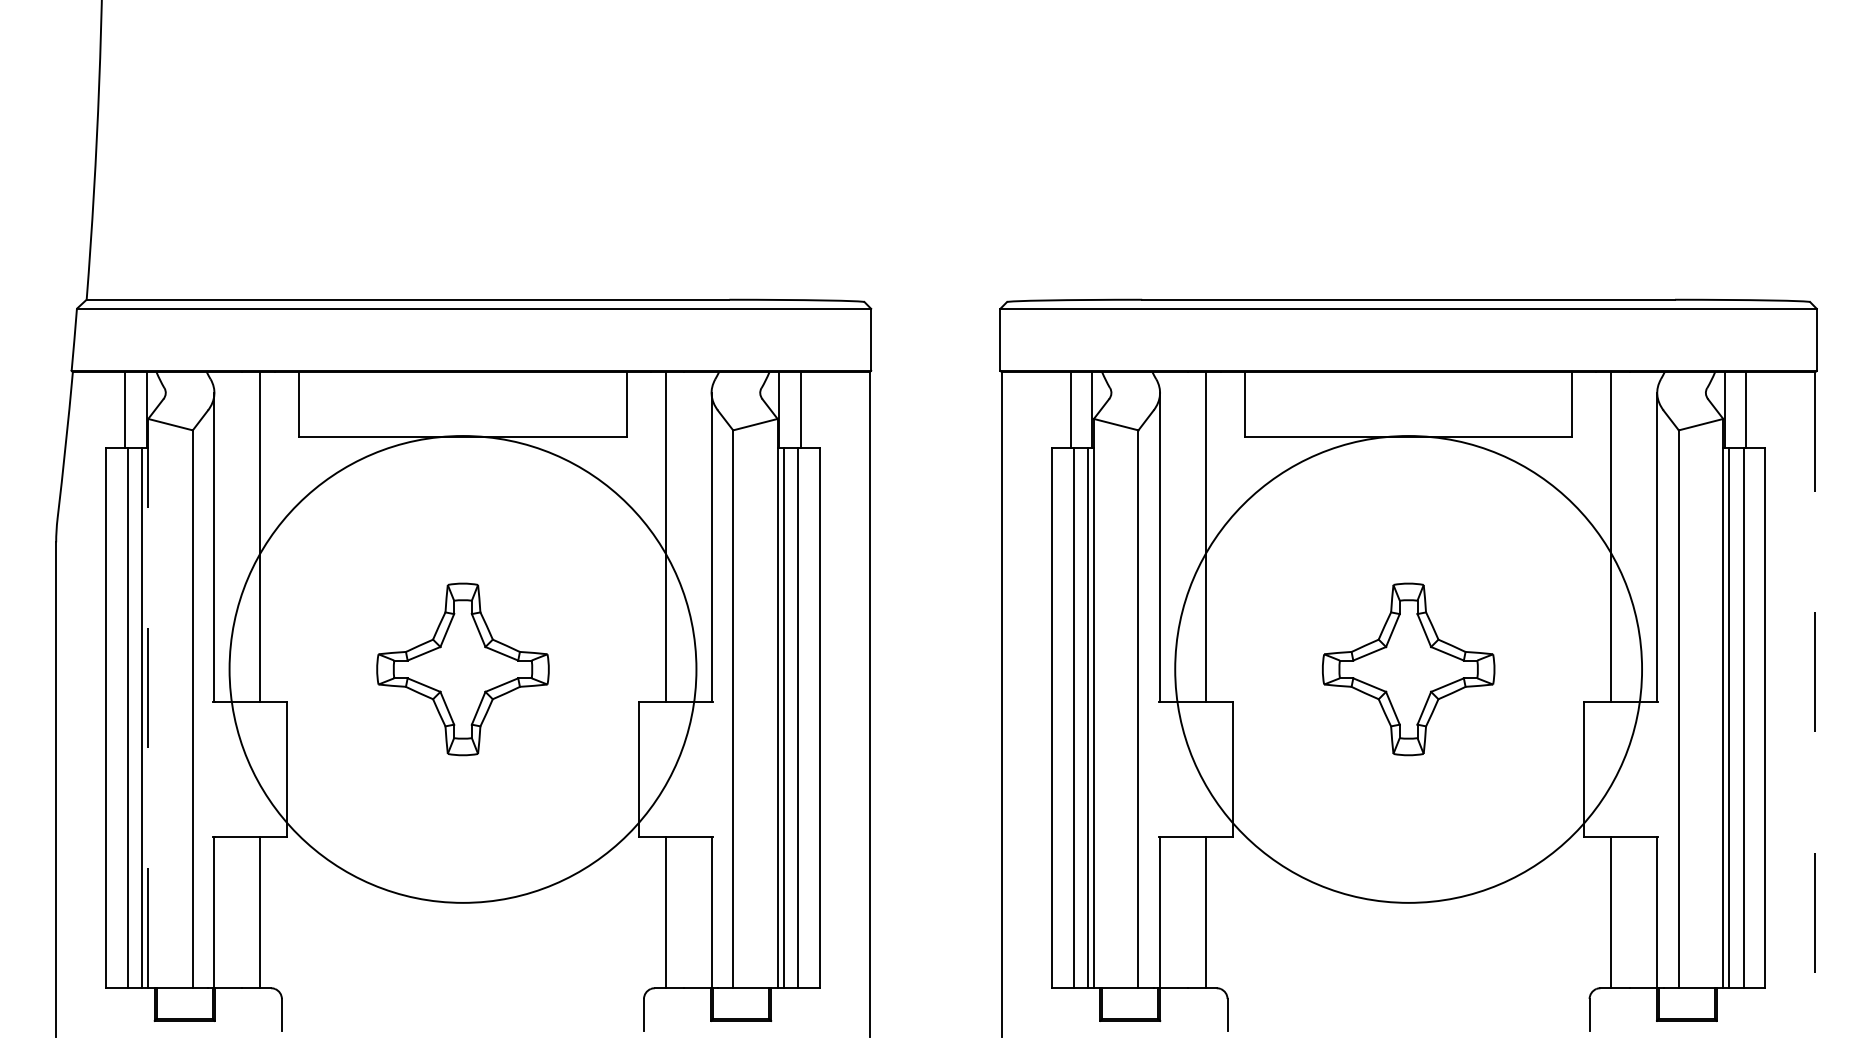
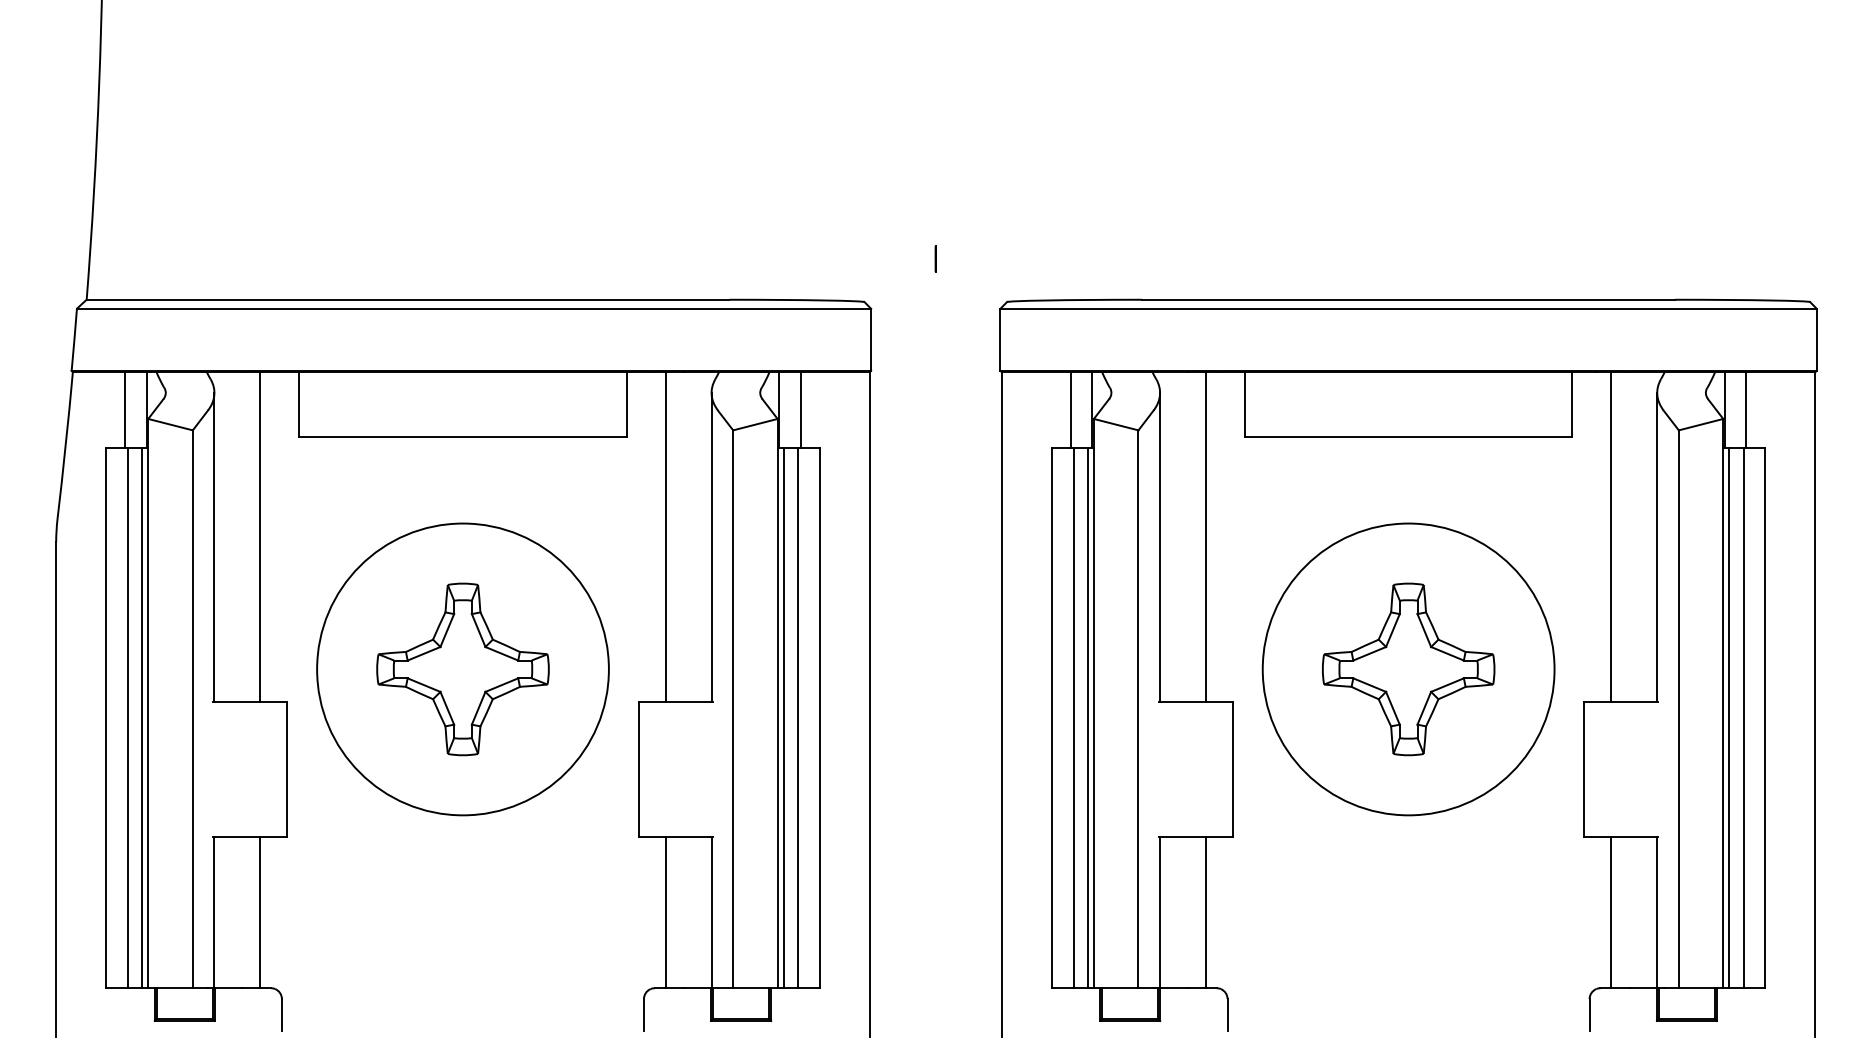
line at (935, 258): none -> present
circle at (462, 669) diameter: 467 px -> 292 px
circle at (1408, 669) diameter: 467 px -> 292 px
line at (148, 703): dashed -> solid
line at (1815, 705): dashed -> solid
